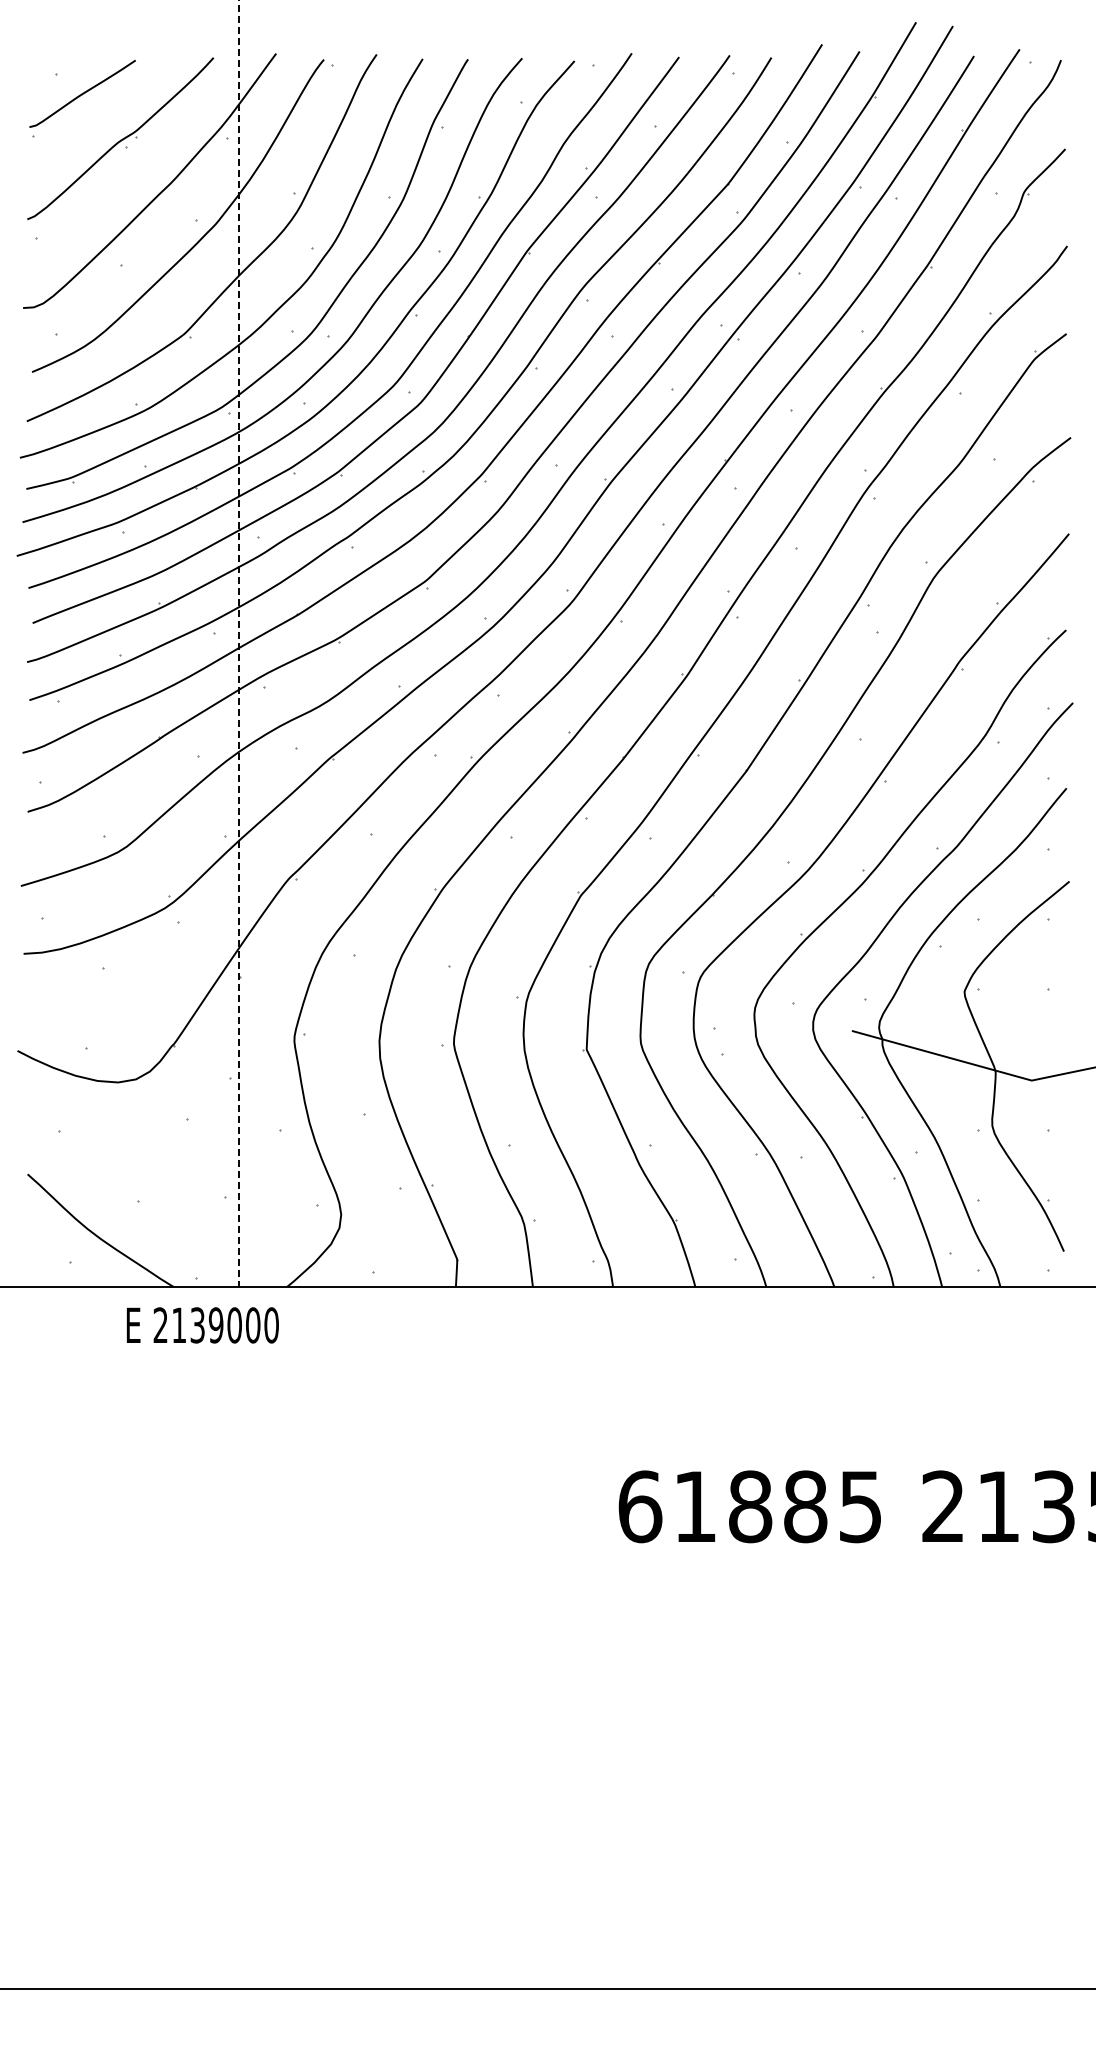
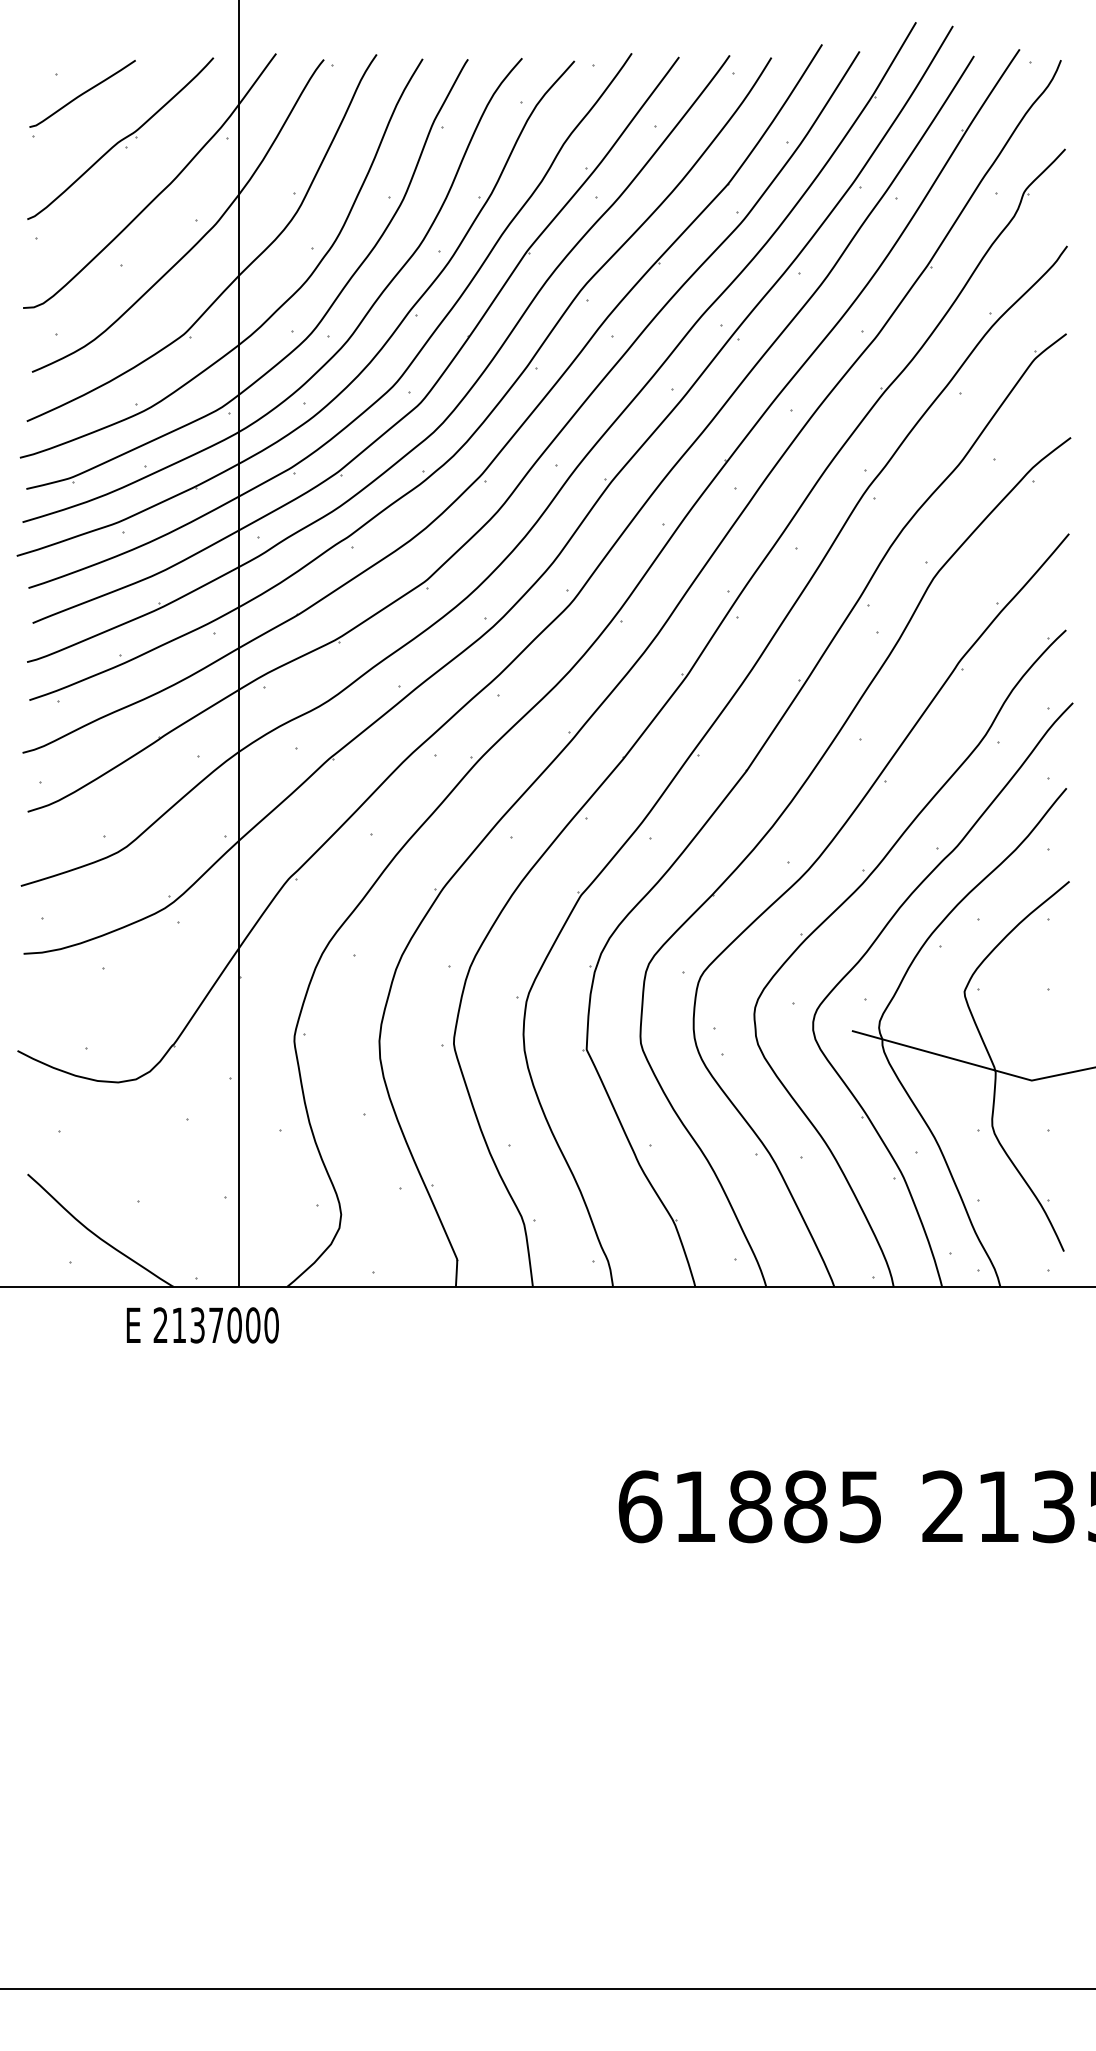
line at (239, 643): dashed -> solid
text at (215, 1325): 2139000 -> 2137000
